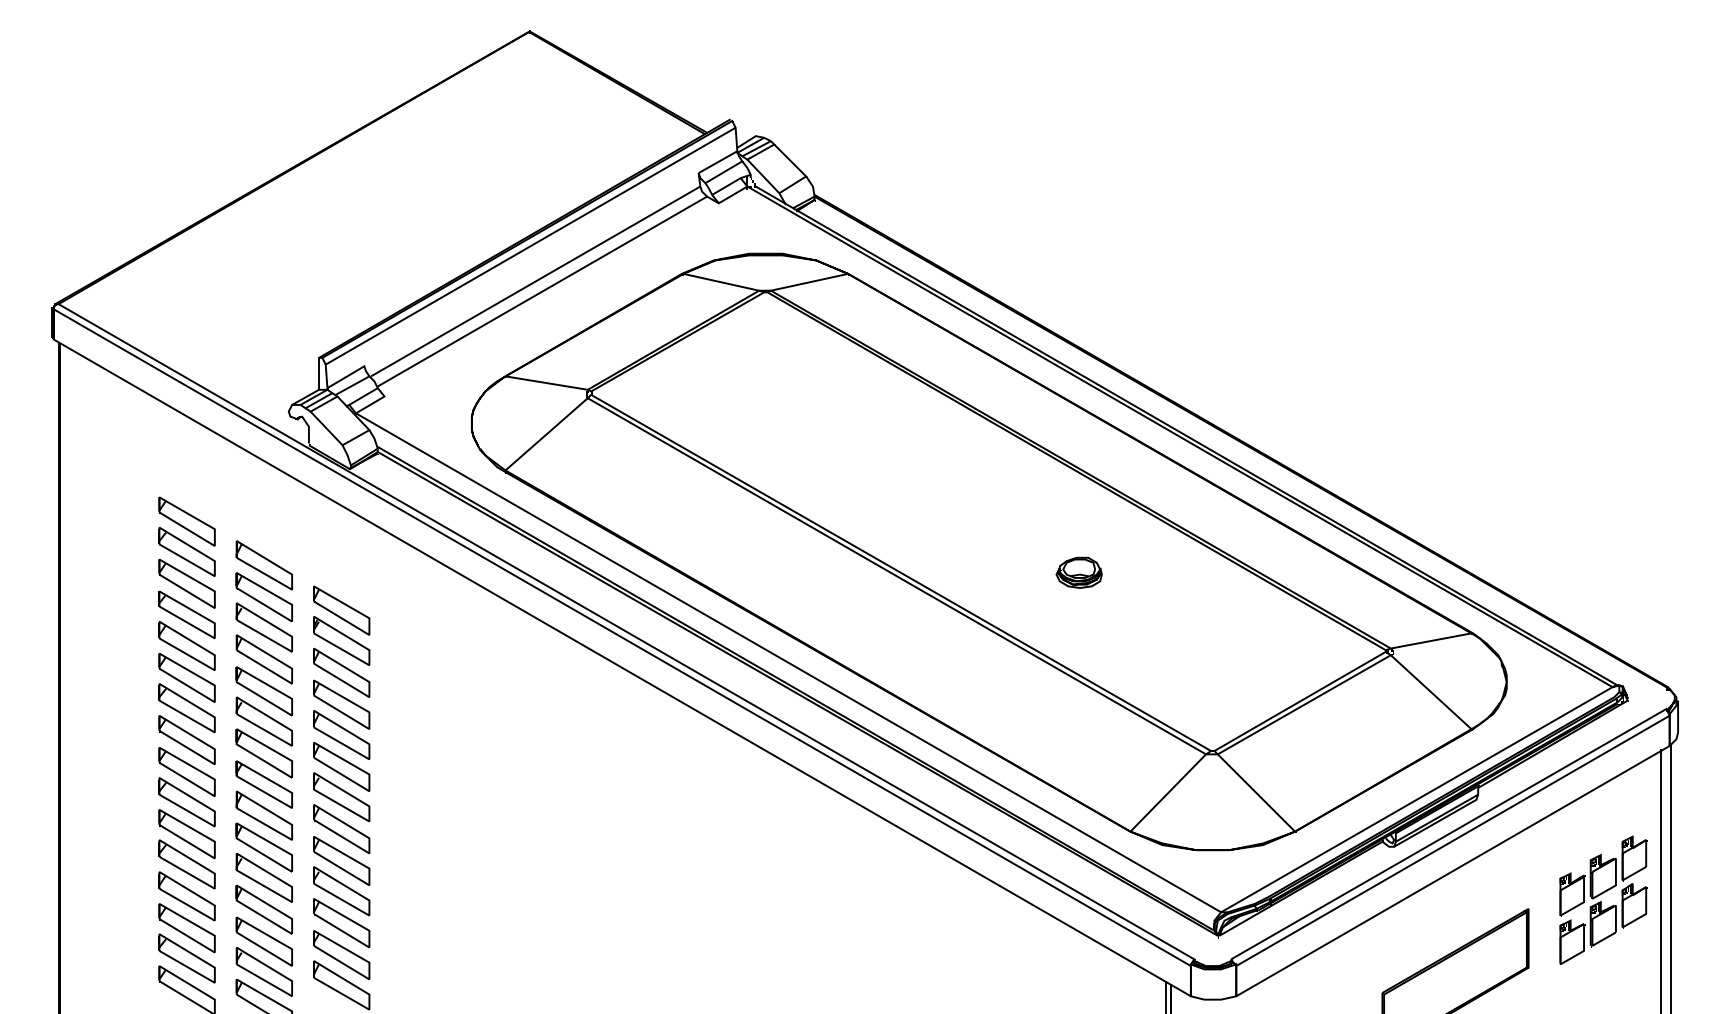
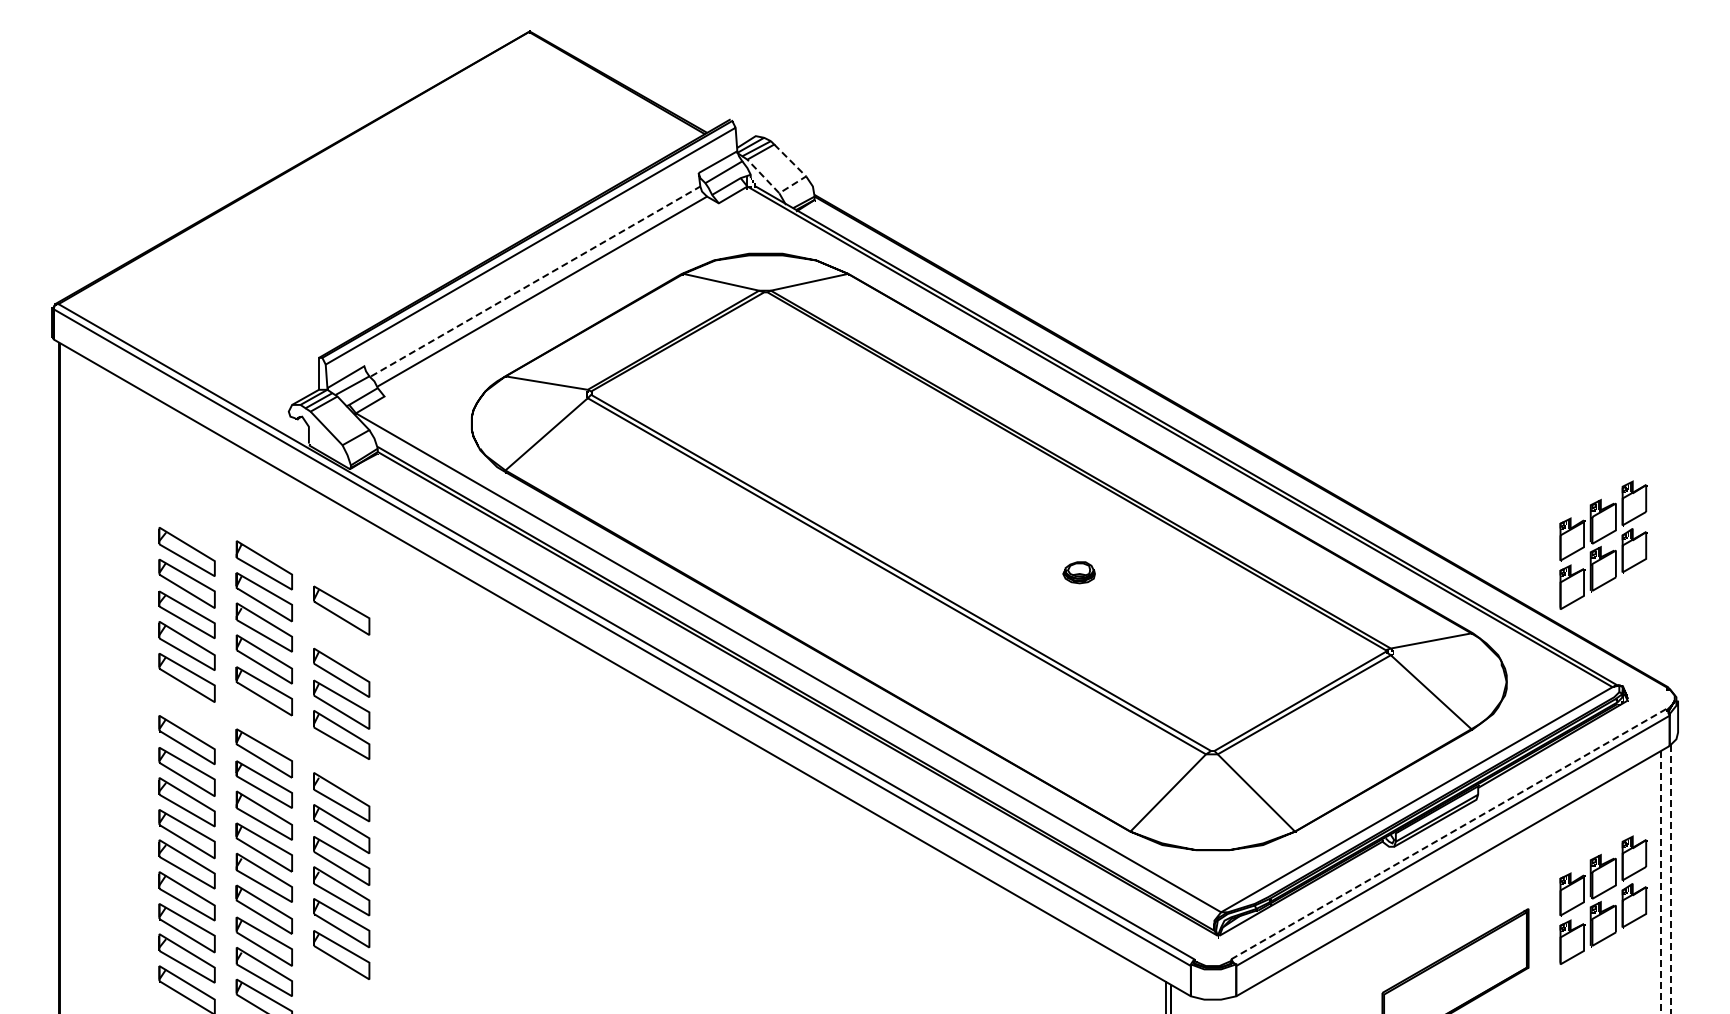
line at (791, 185): solid -> dashed
line at (536, 281): solid -> dashed
part at (186, 521): present -> none
part at (1603, 544): none -> present
part at (1078, 572) size: 48x33 px -> 34x24 px
part at (341, 640): present -> none
part at (186, 708): present -> none
part at (263, 721): present -> none
part at (341, 766): present -> none
line at (1453, 831): solid -> dashed
line at (1671, 878): solid -> dashed
line at (1661, 881): solid -> dashed
part at (341, 985): present -> none
